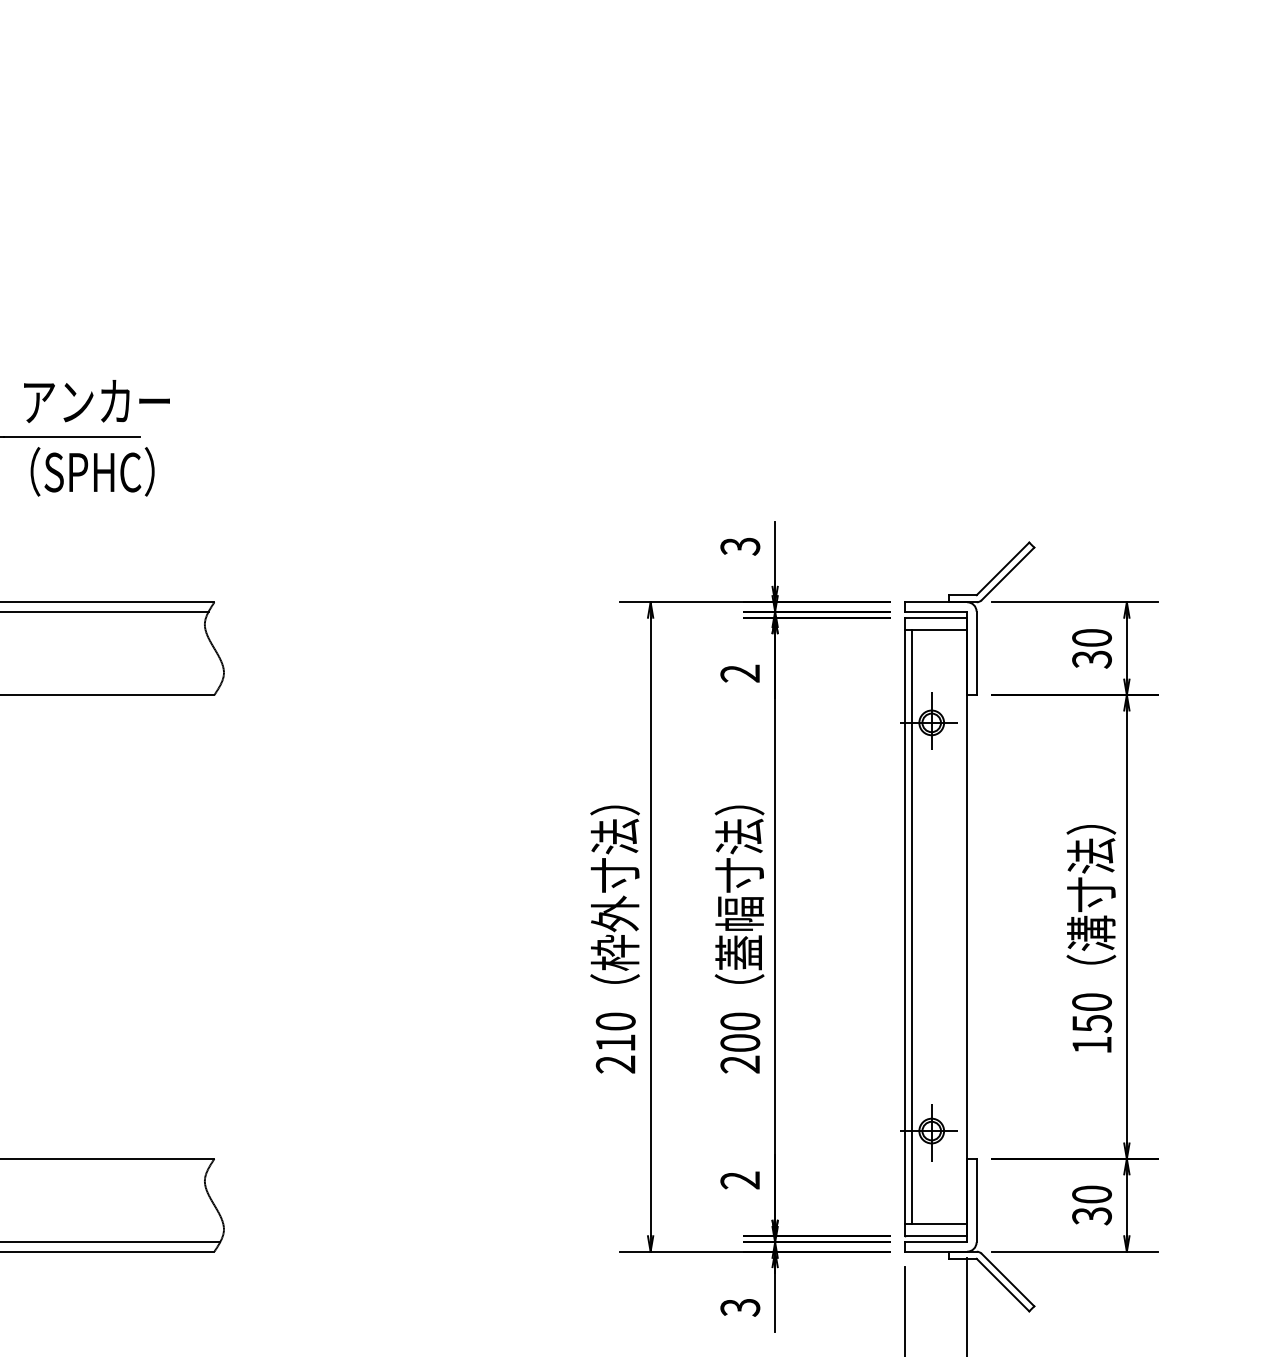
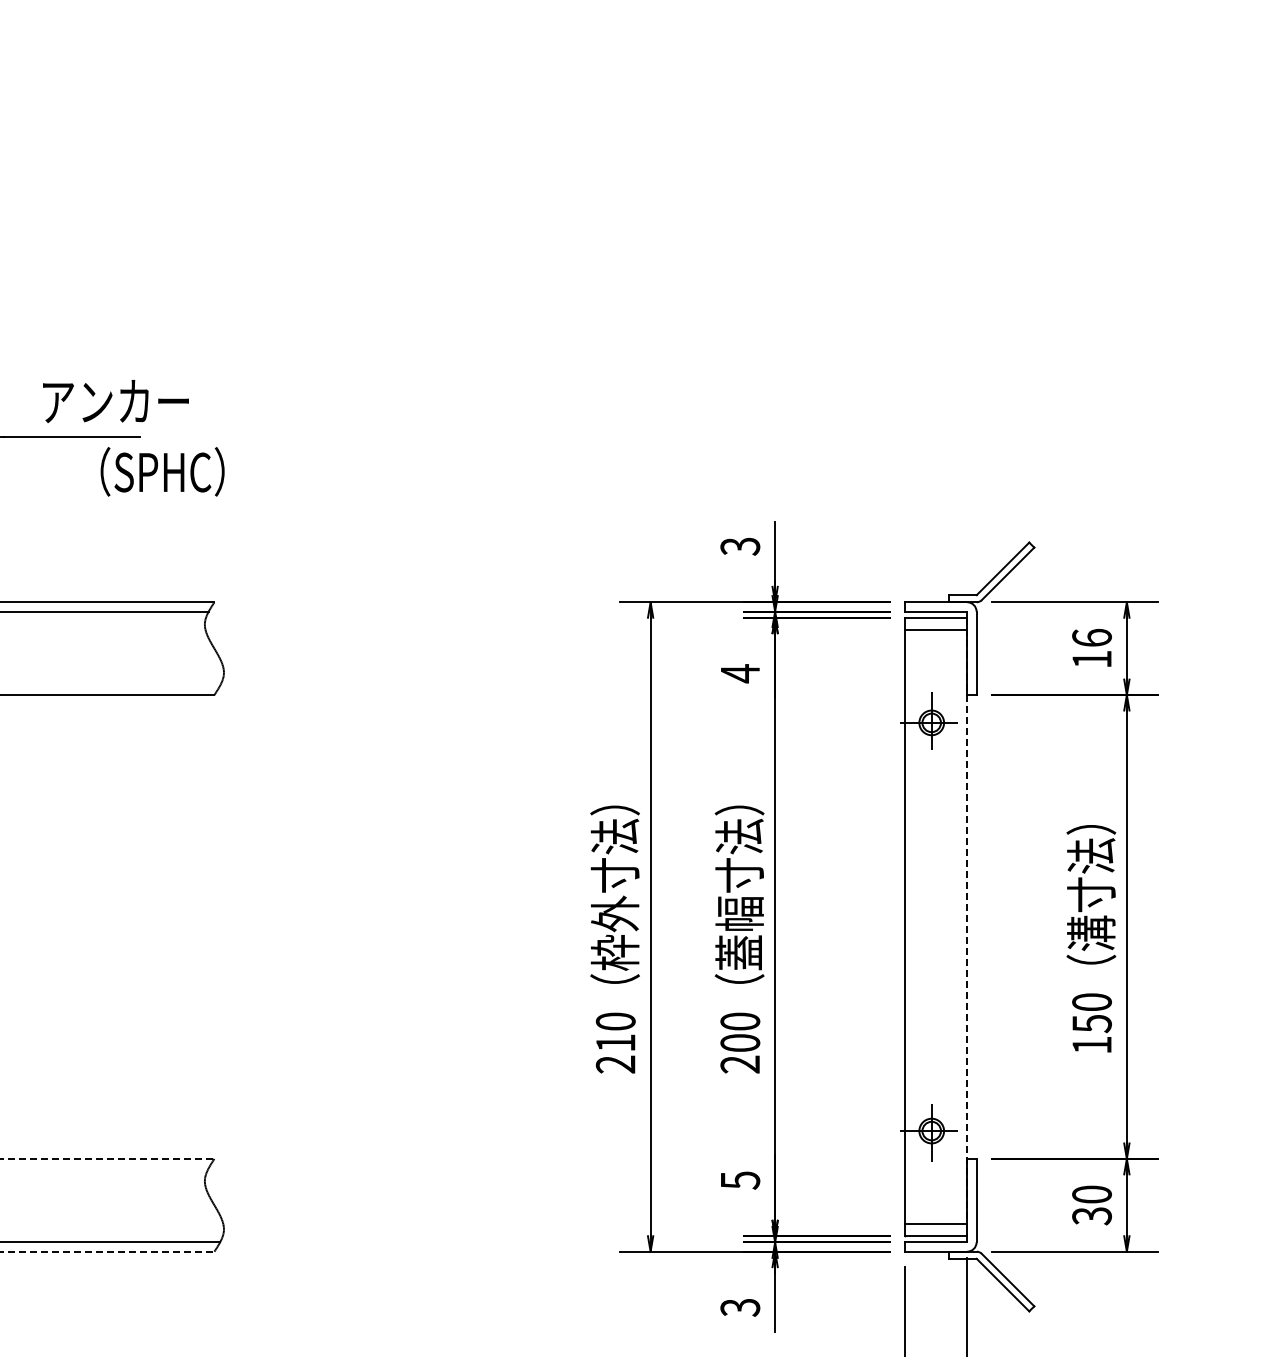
text at (96, 401) position: (96, 401) -> (115, 401)
text at (92, 471) position: (92, 471) -> (162, 471)
text at (1091, 648): 30 -> 16
text at (739, 673): 2 -> 4
line at (911, 926): present -> none
line at (967, 927): solid -> dashed
line at (107, 1158): solid -> dashed
text at (740, 1180): 2 -> 5
line at (107, 1251): solid -> dashed
